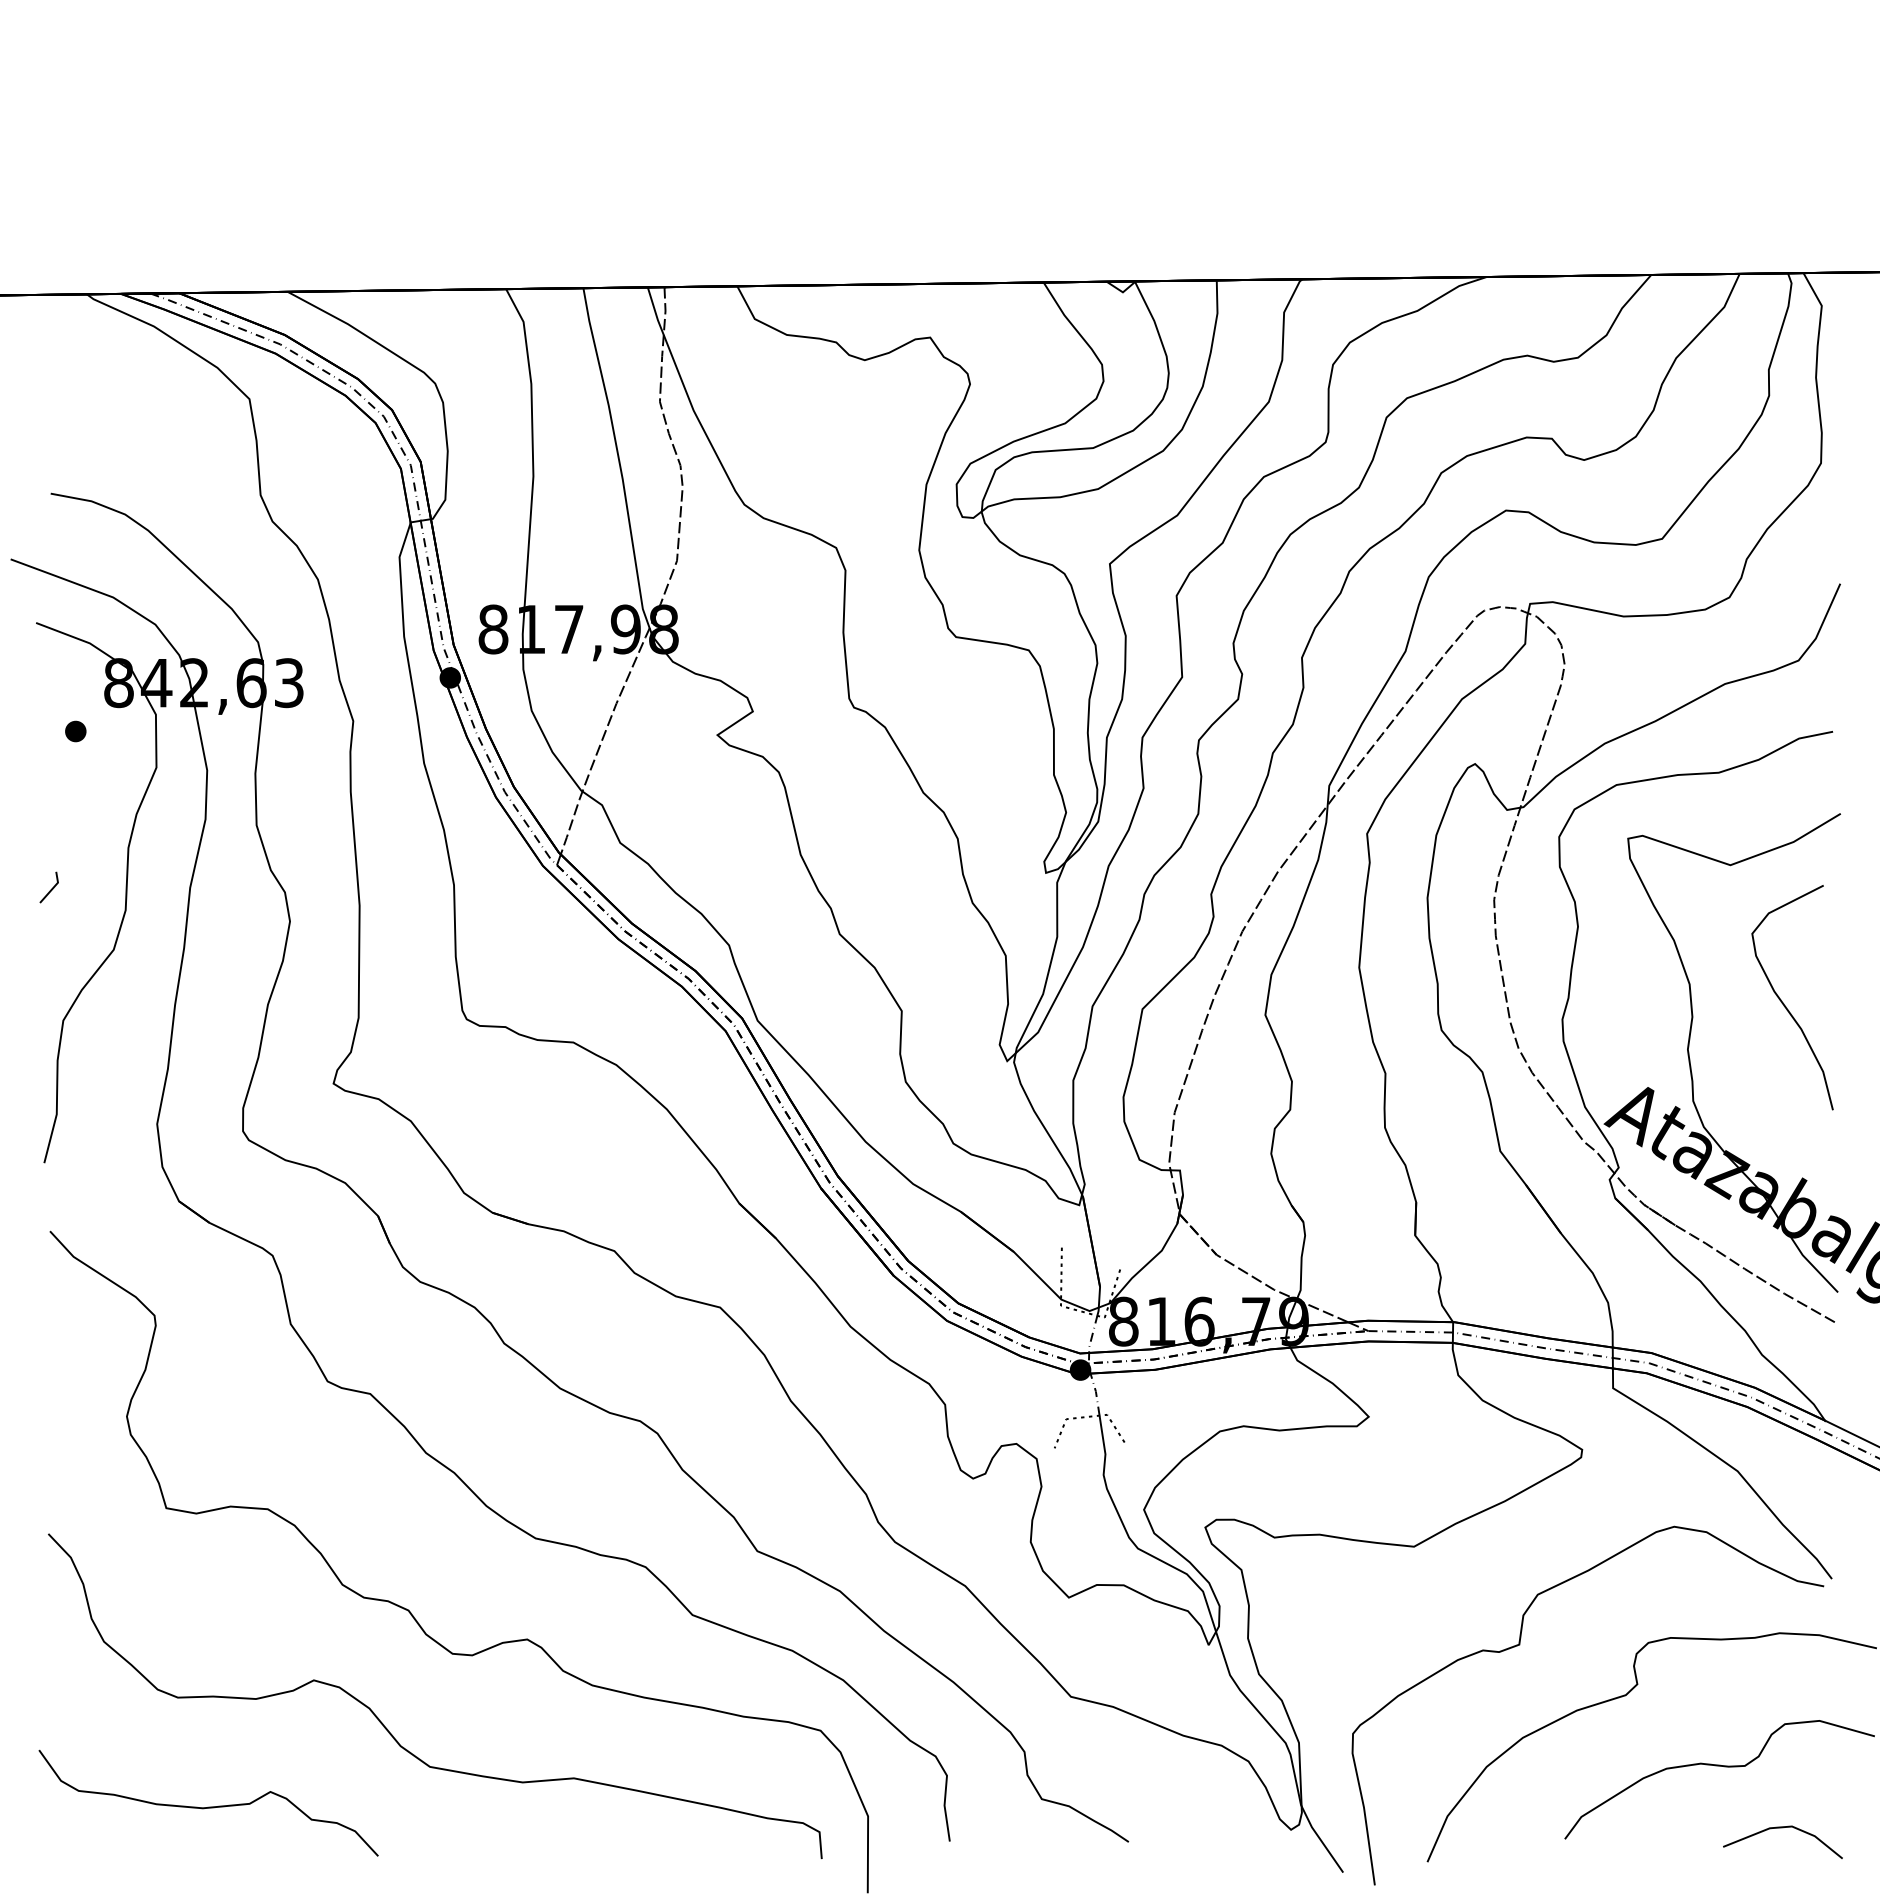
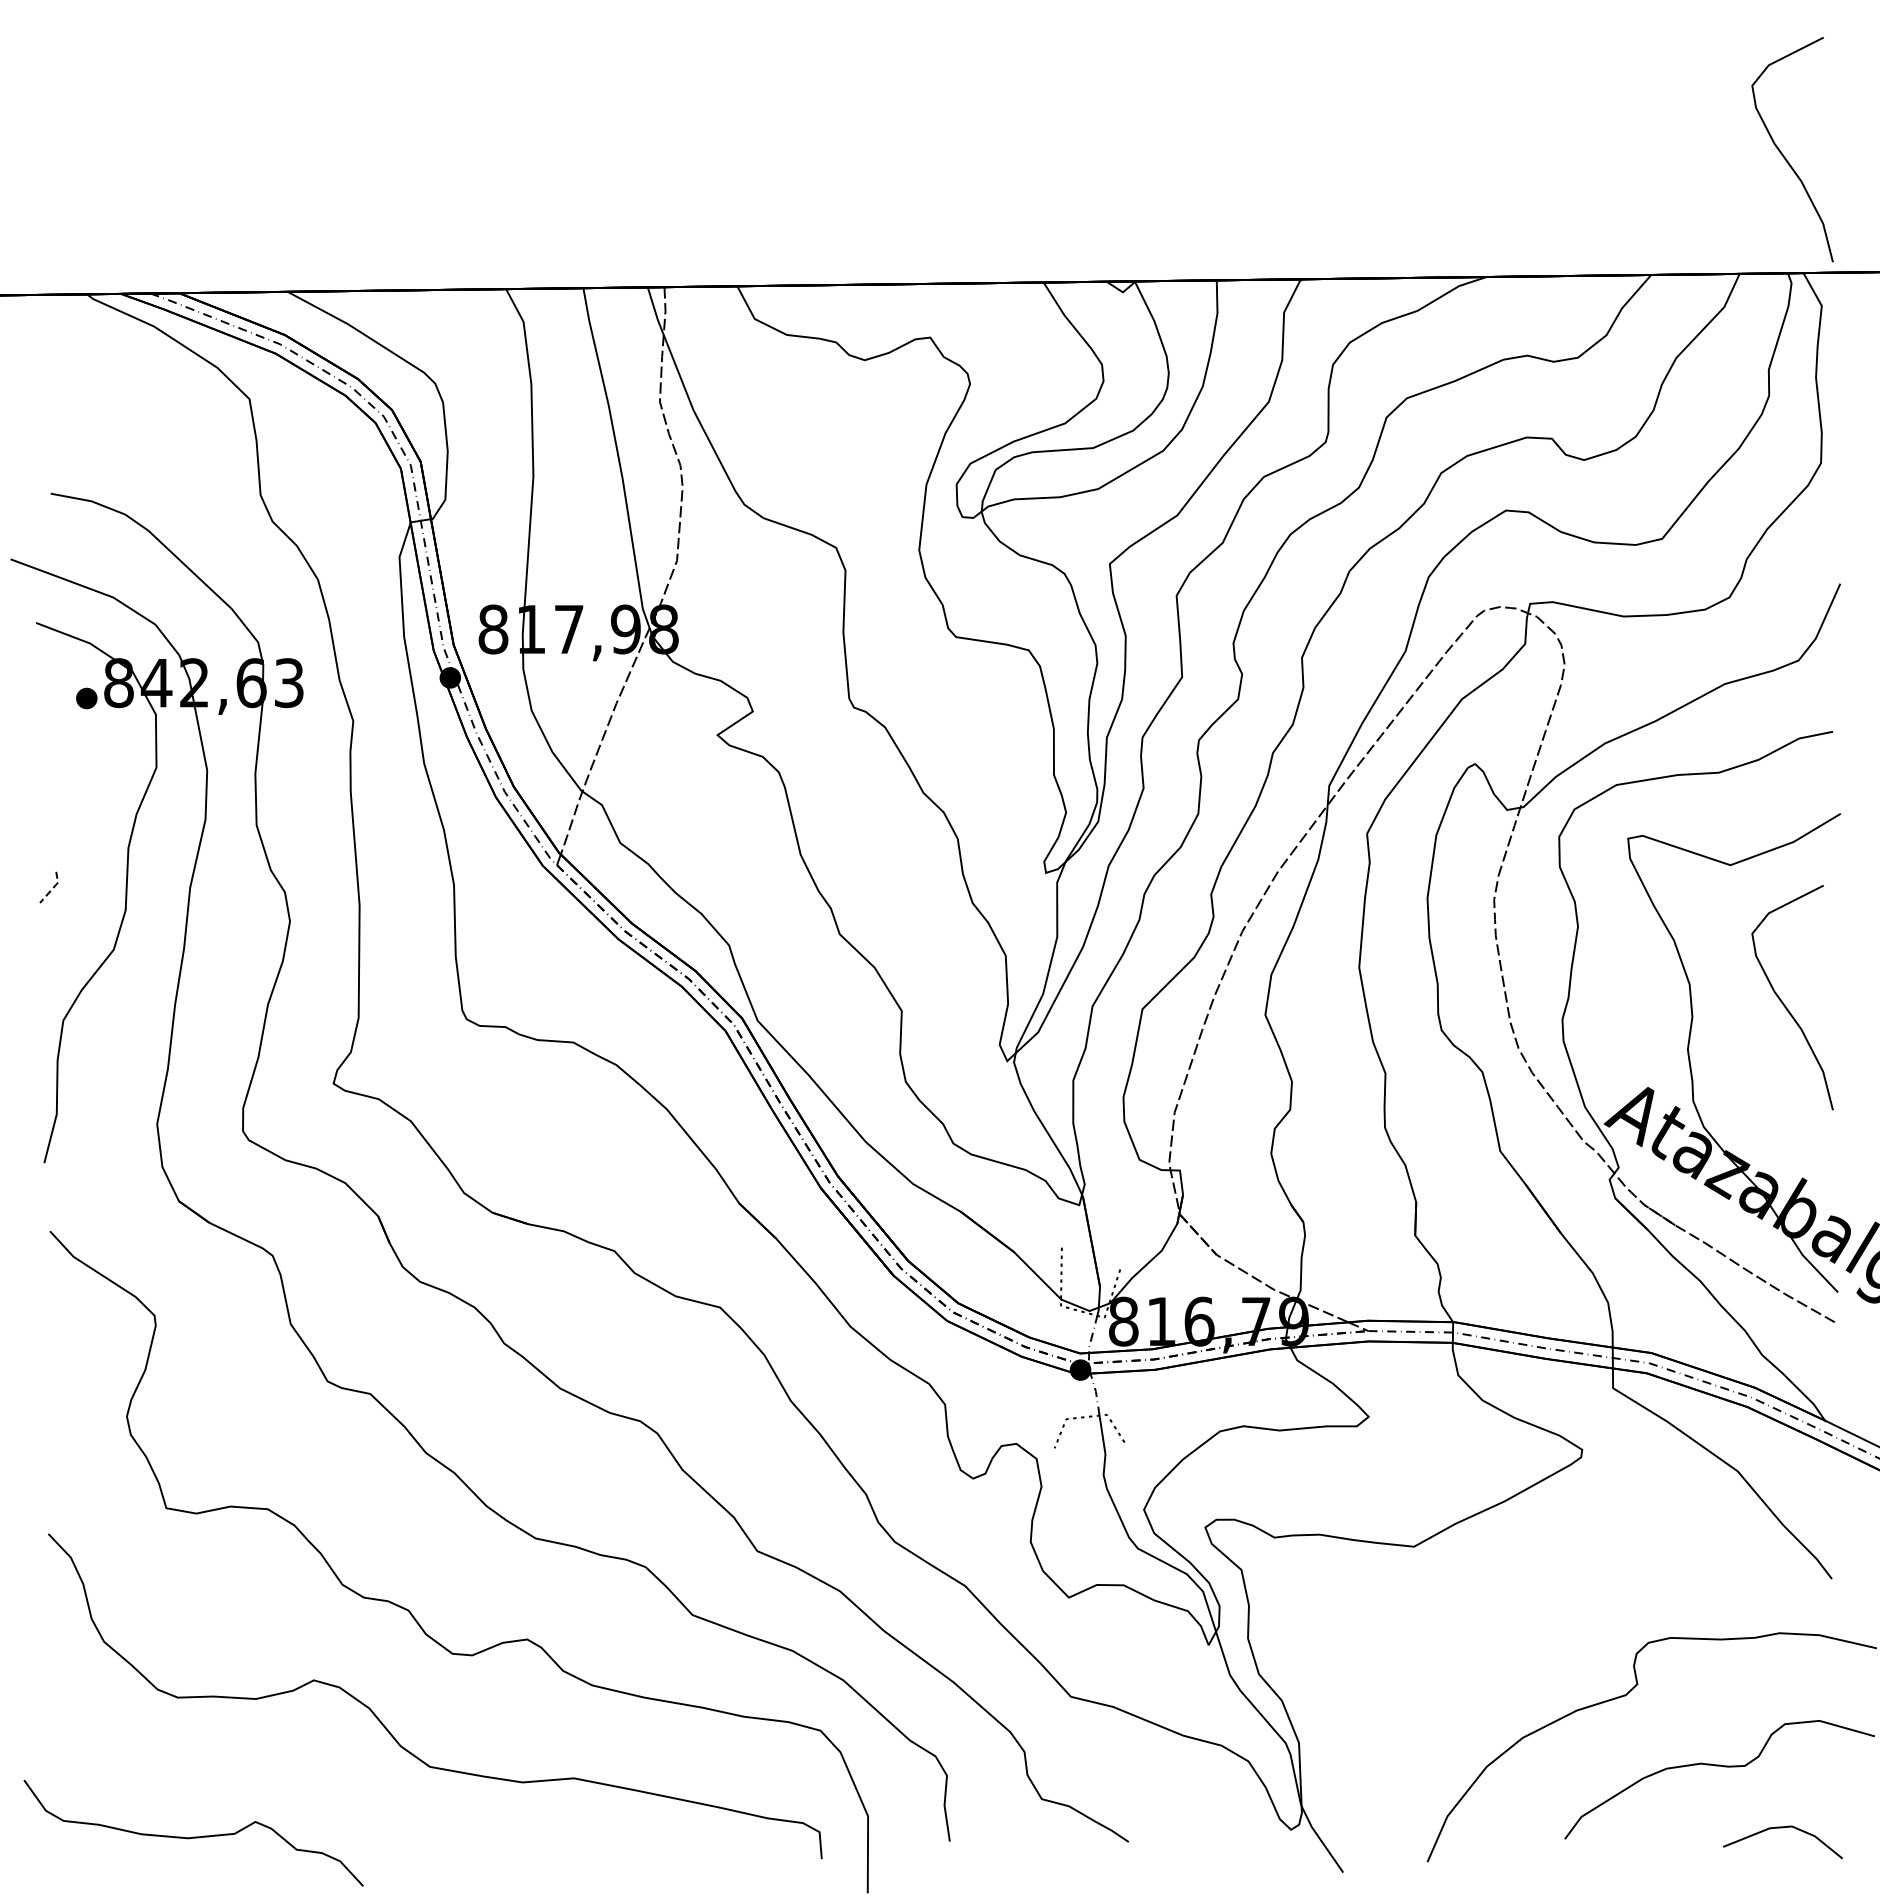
curve at (1784, 155): none -> present
part at (75, 731) position: (75, 731) -> (86, 698)
line at (52, 888): solid -> dashed
curve at (1520, 1644): present -> none
curve at (208, 1806) position: (208, 1806) -> (193, 1836)
